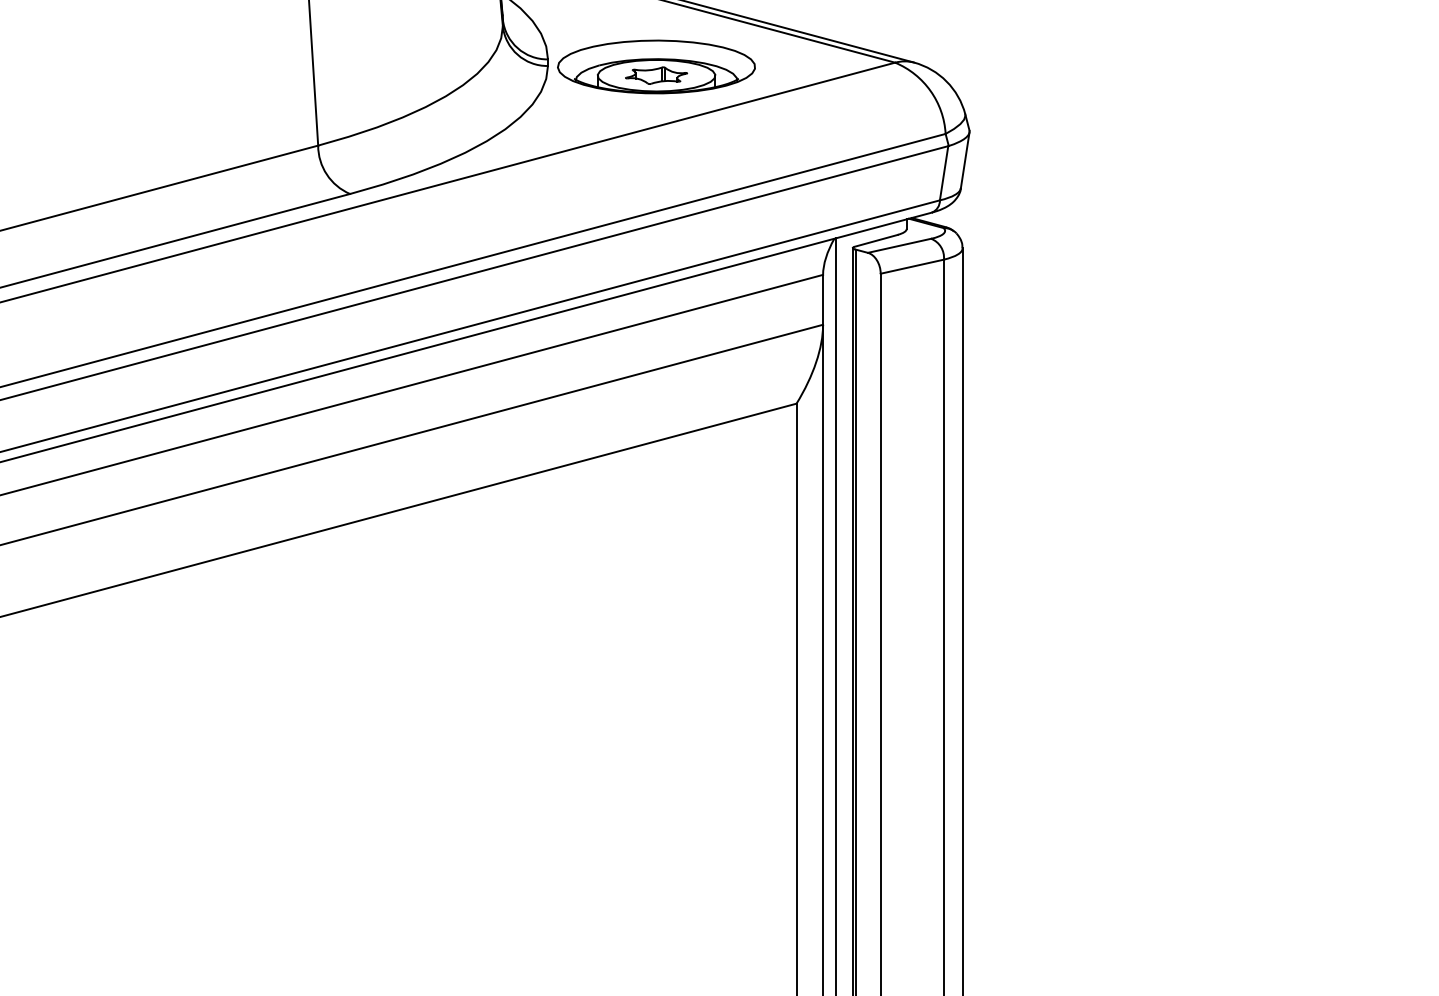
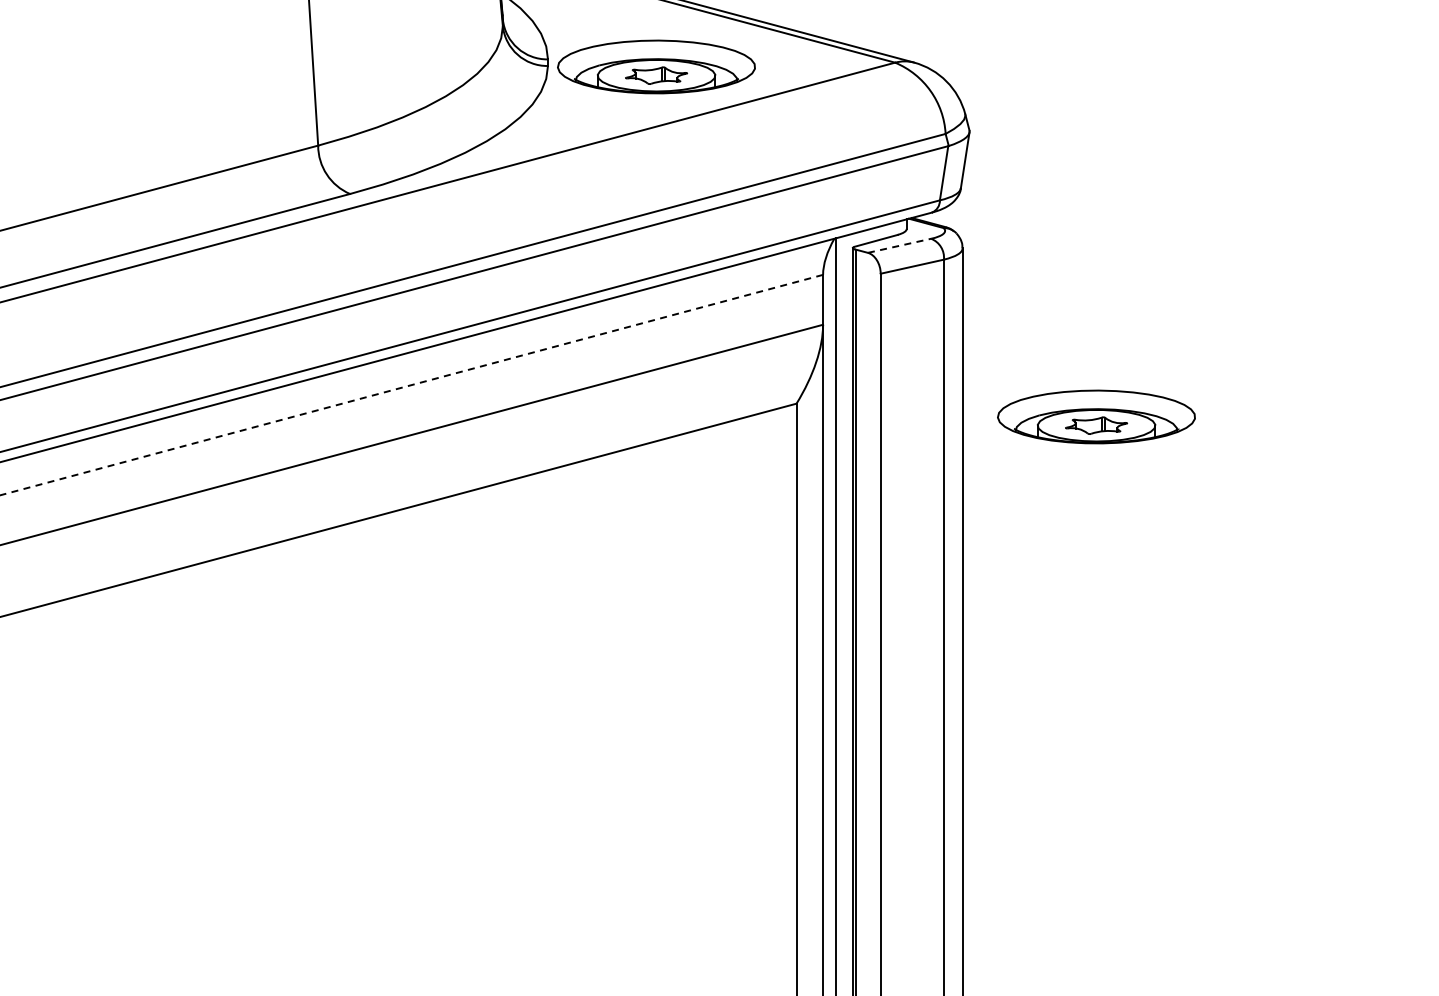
line at (900, 245): solid -> dashed
line at (411, 385): solid -> dashed
part at (1096, 416): none -> present
